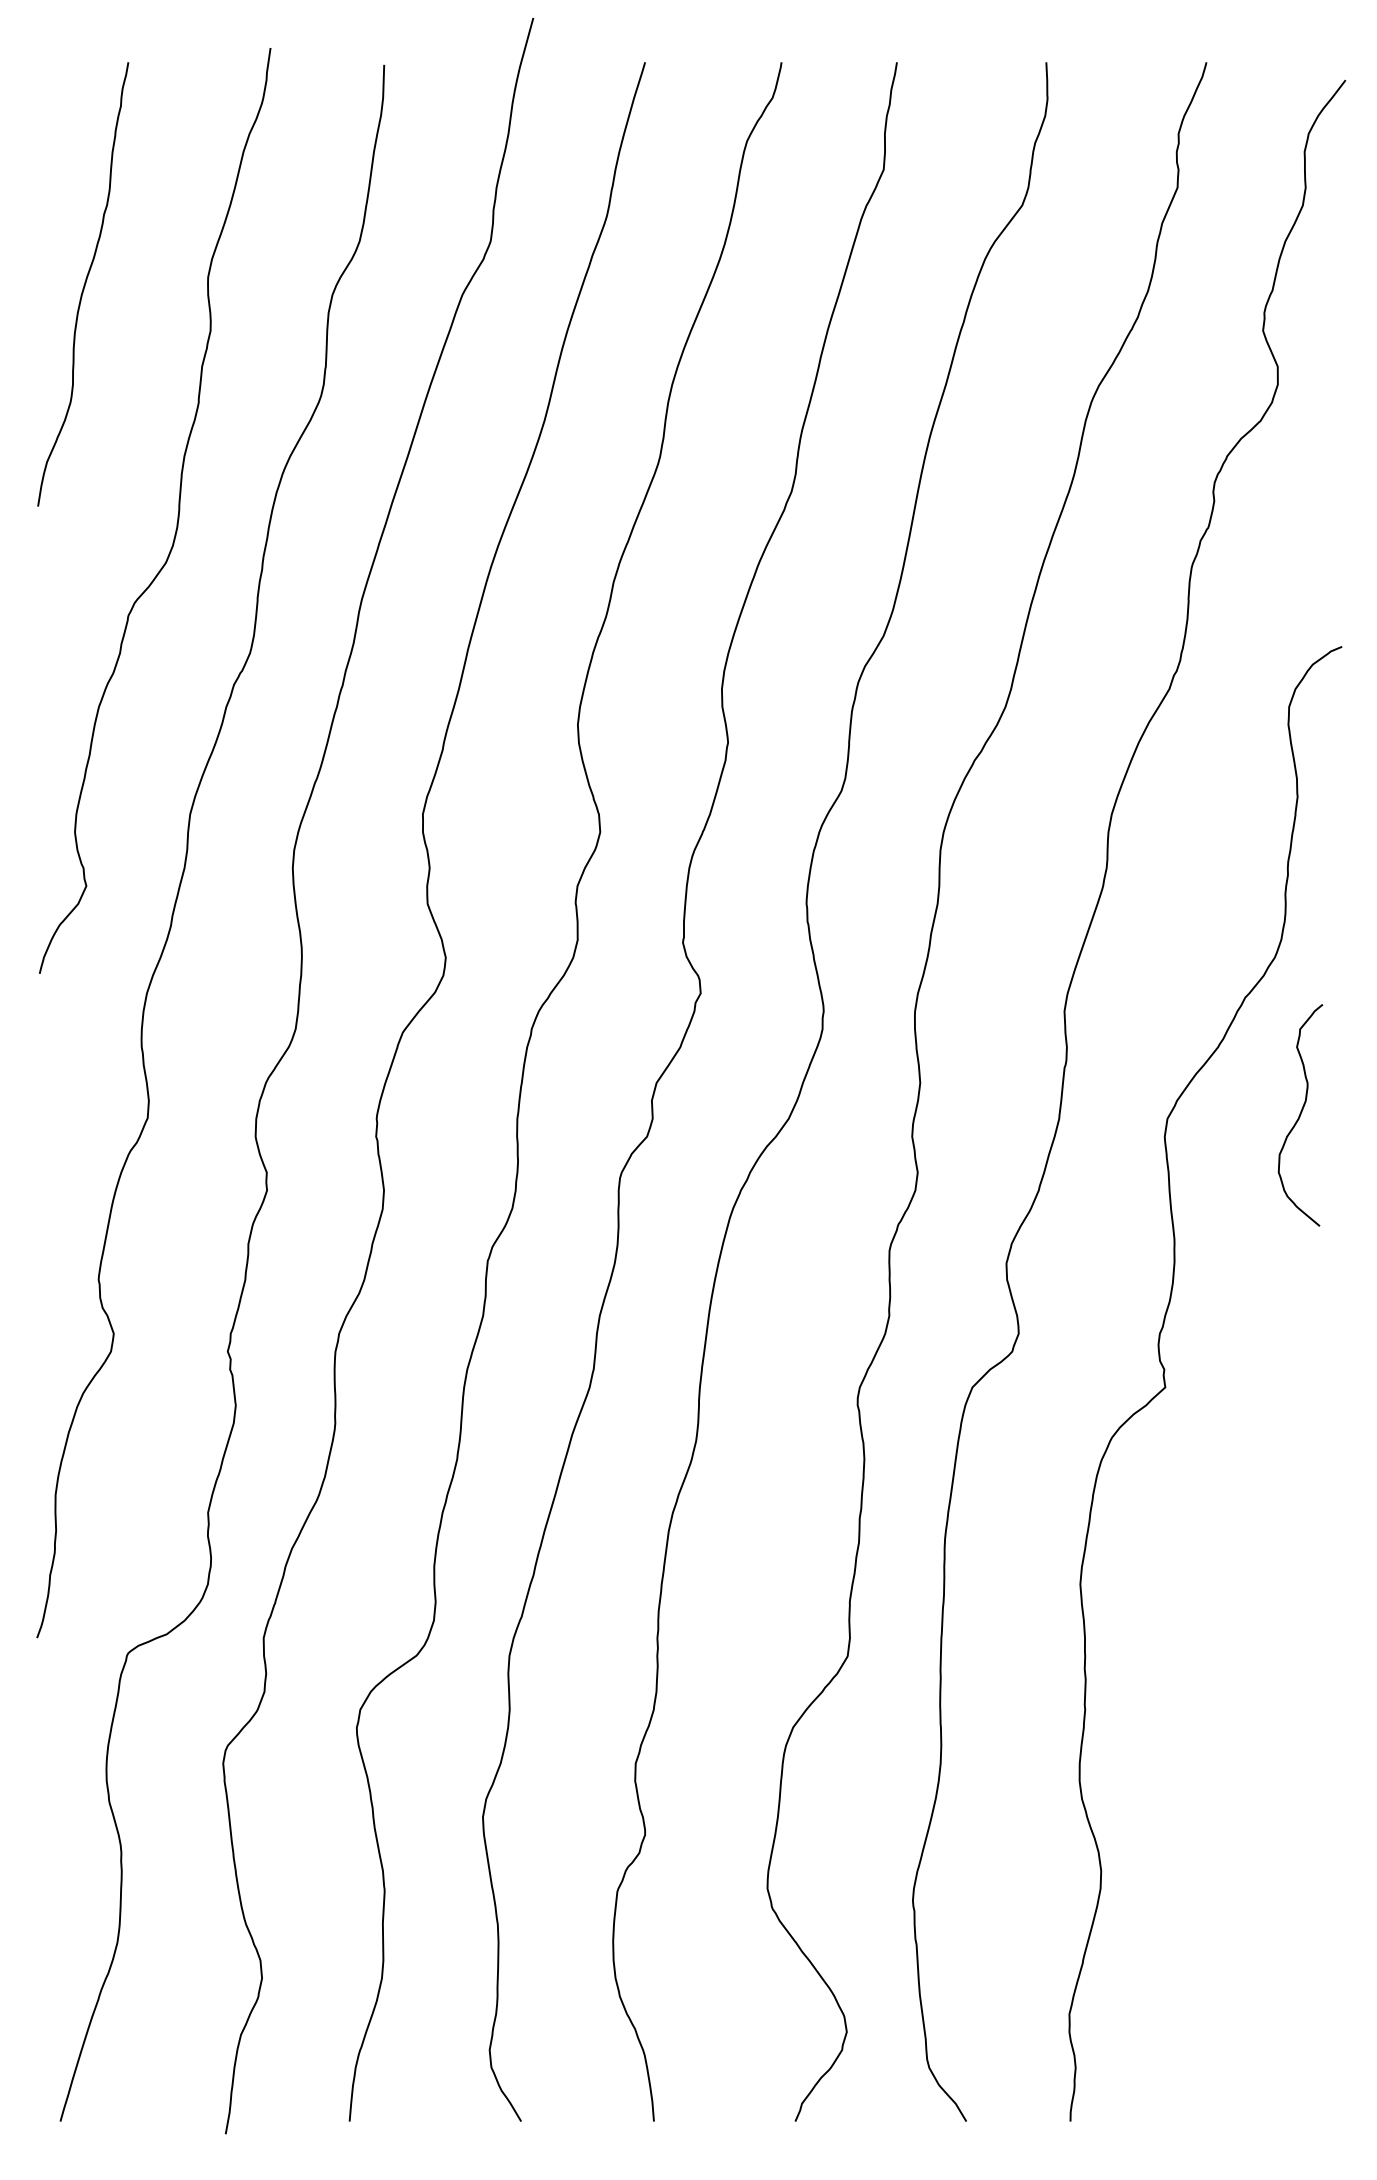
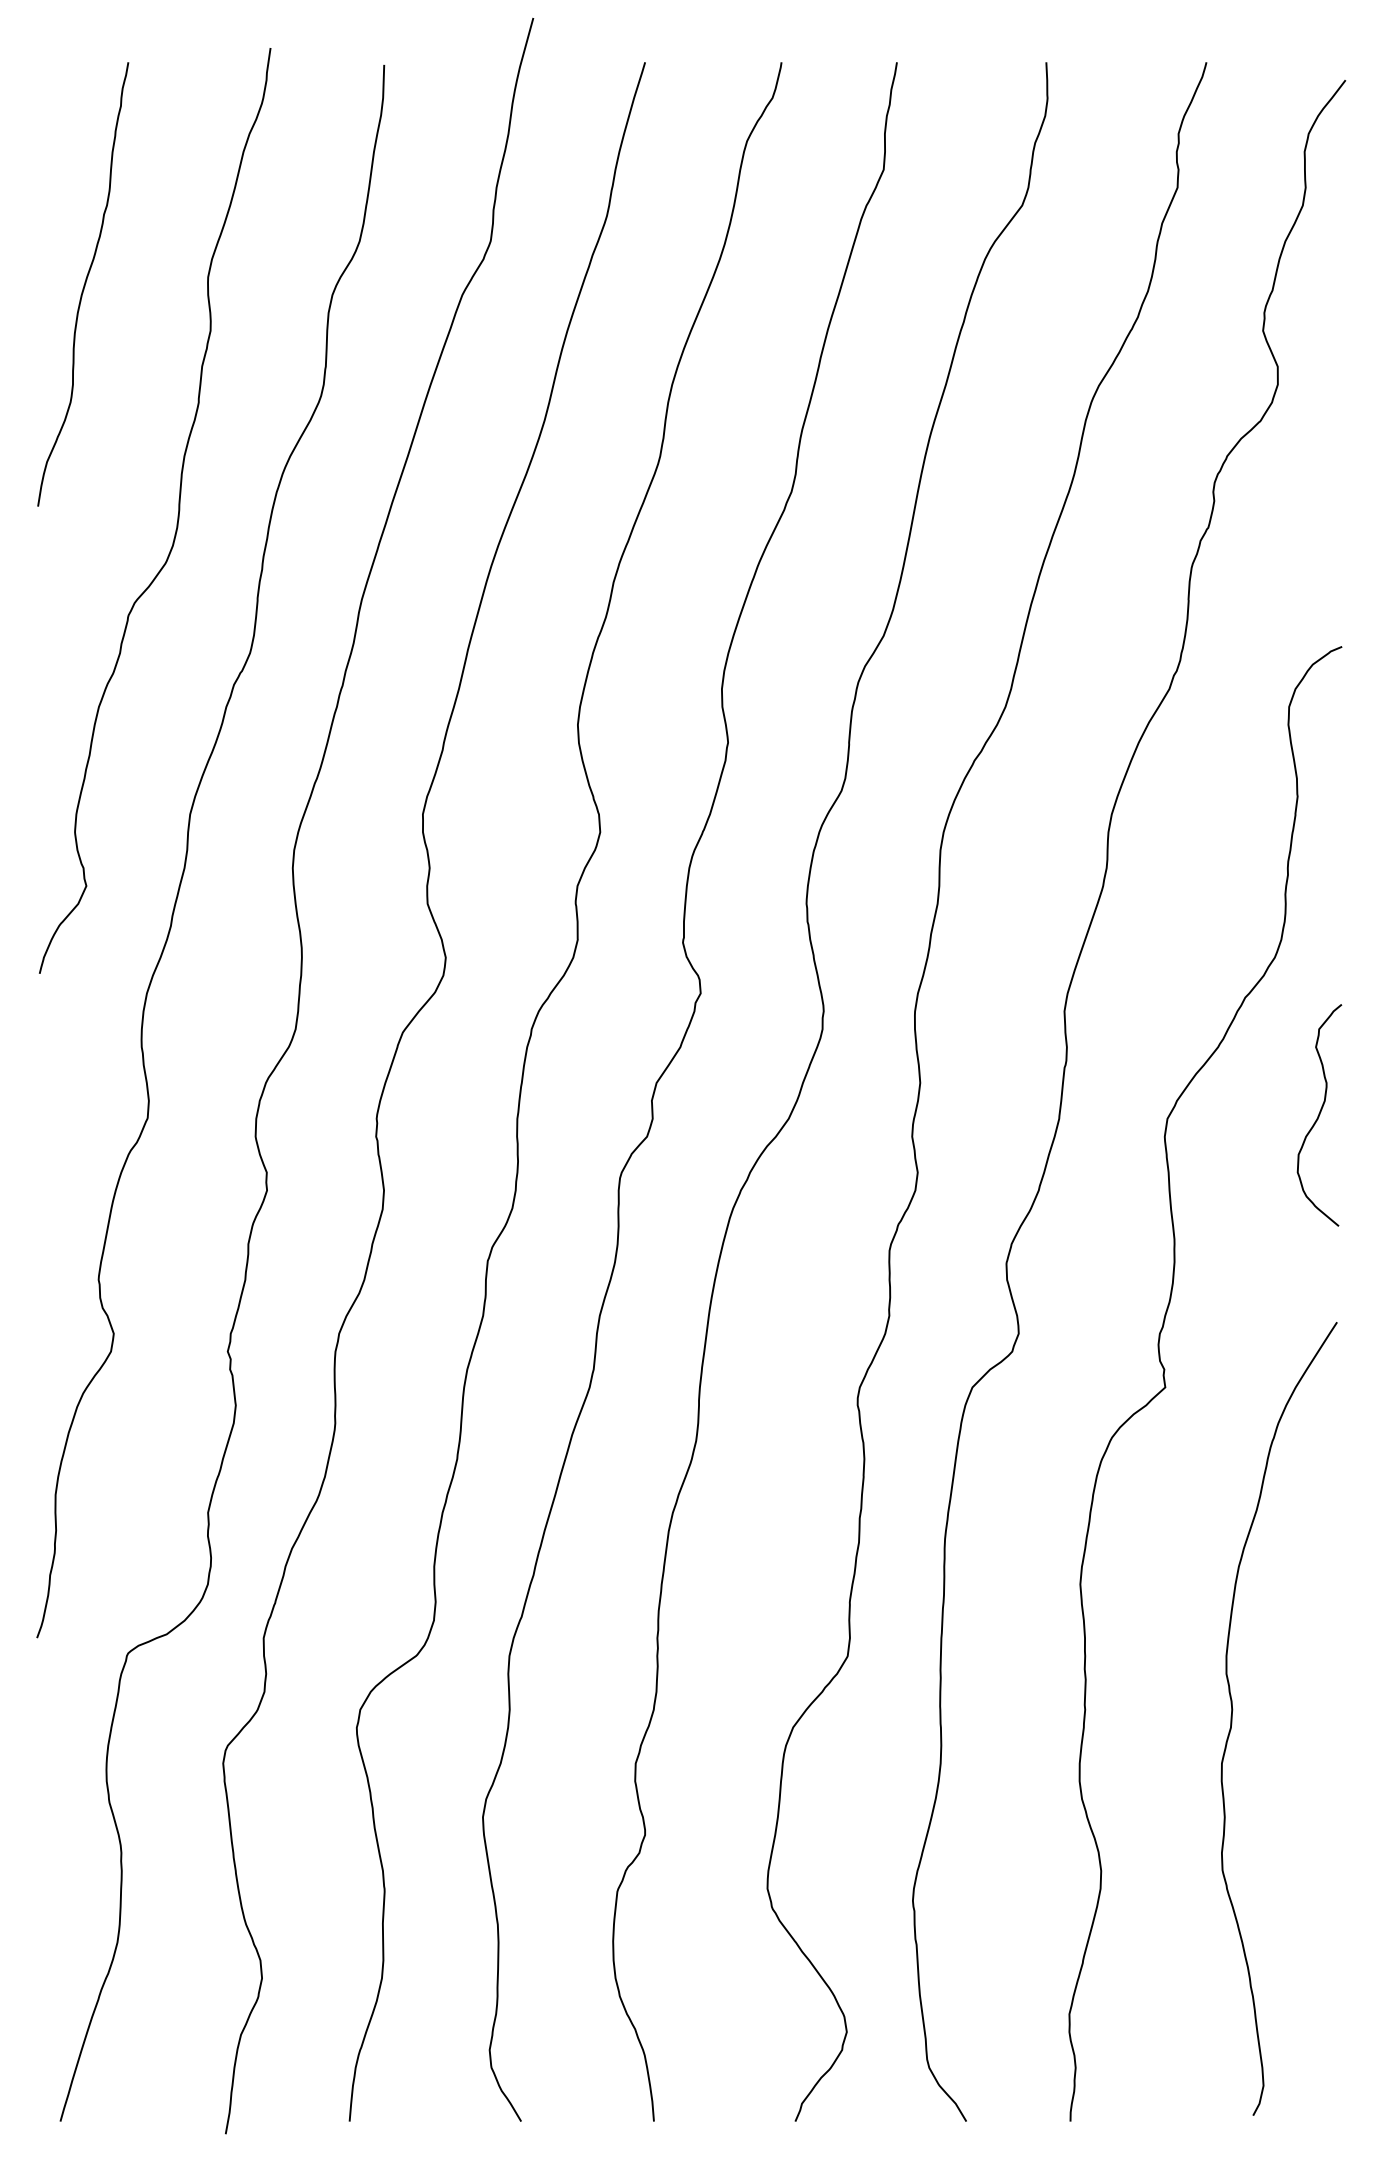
curve at (1300, 1115) position: (1300, 1115) -> (1319, 1115)
curve at (1233, 1710): none -> present
